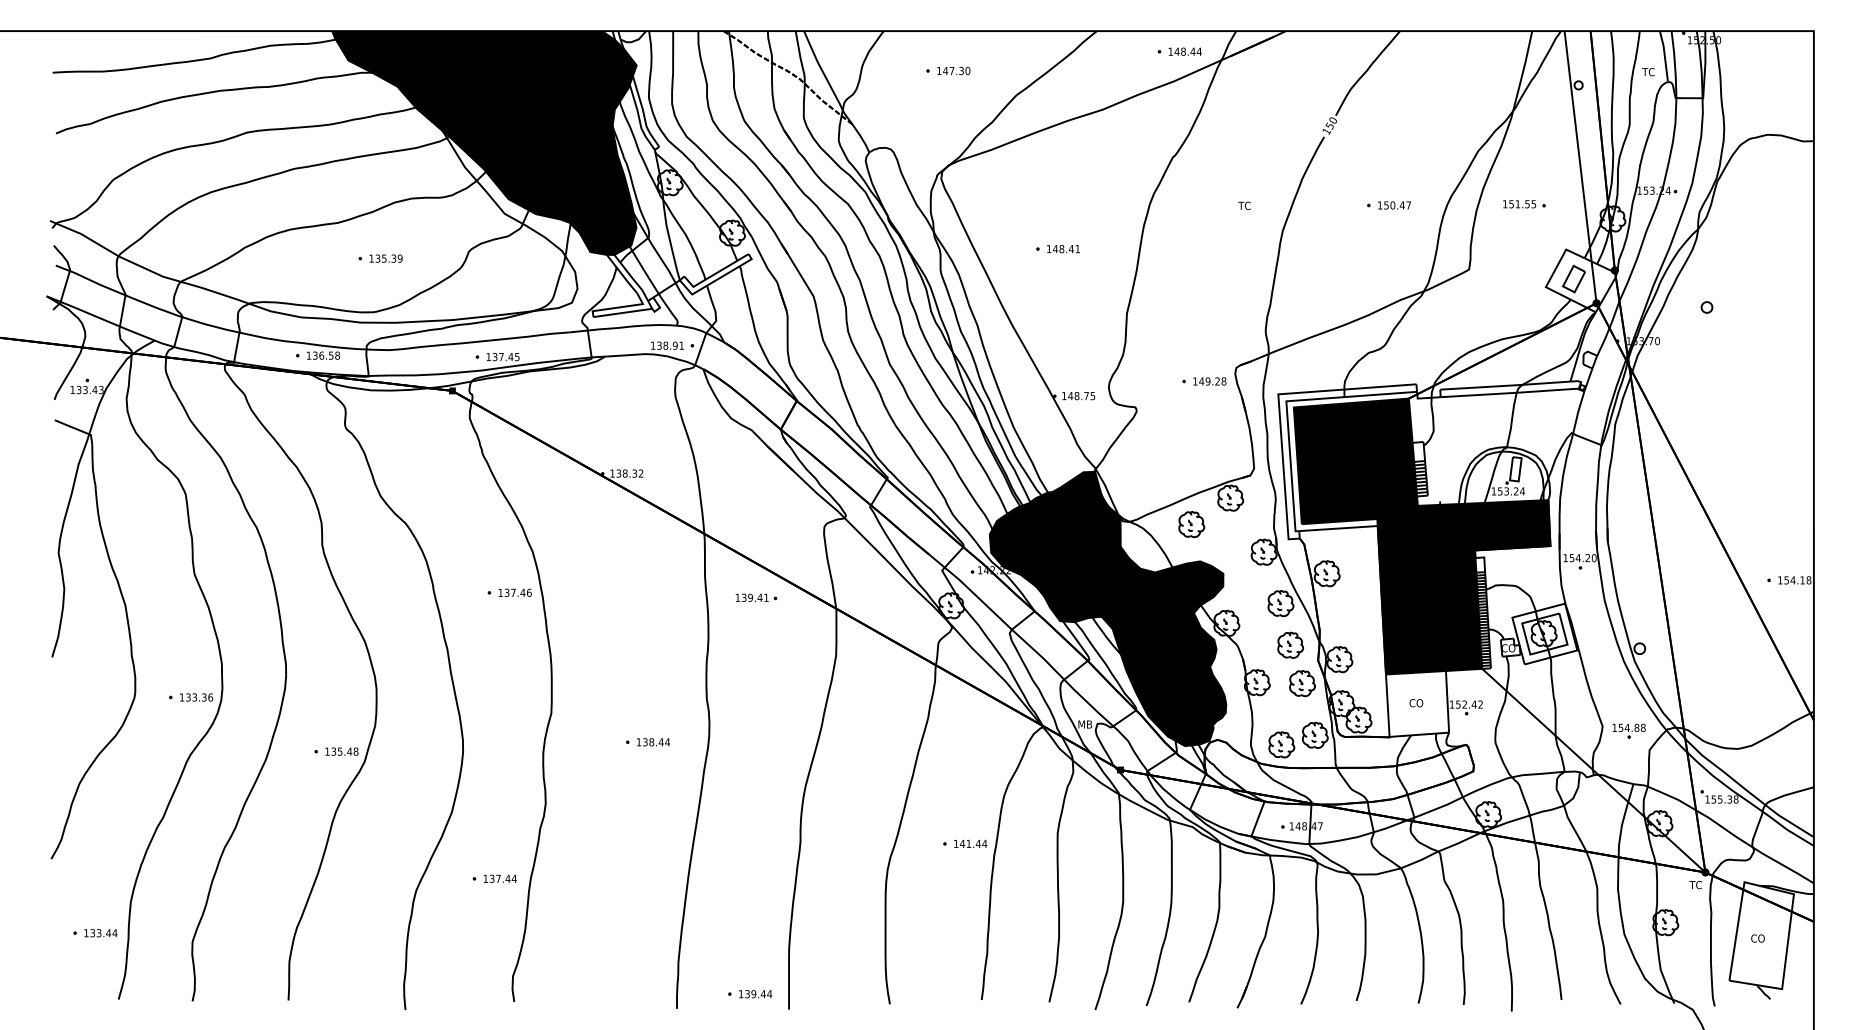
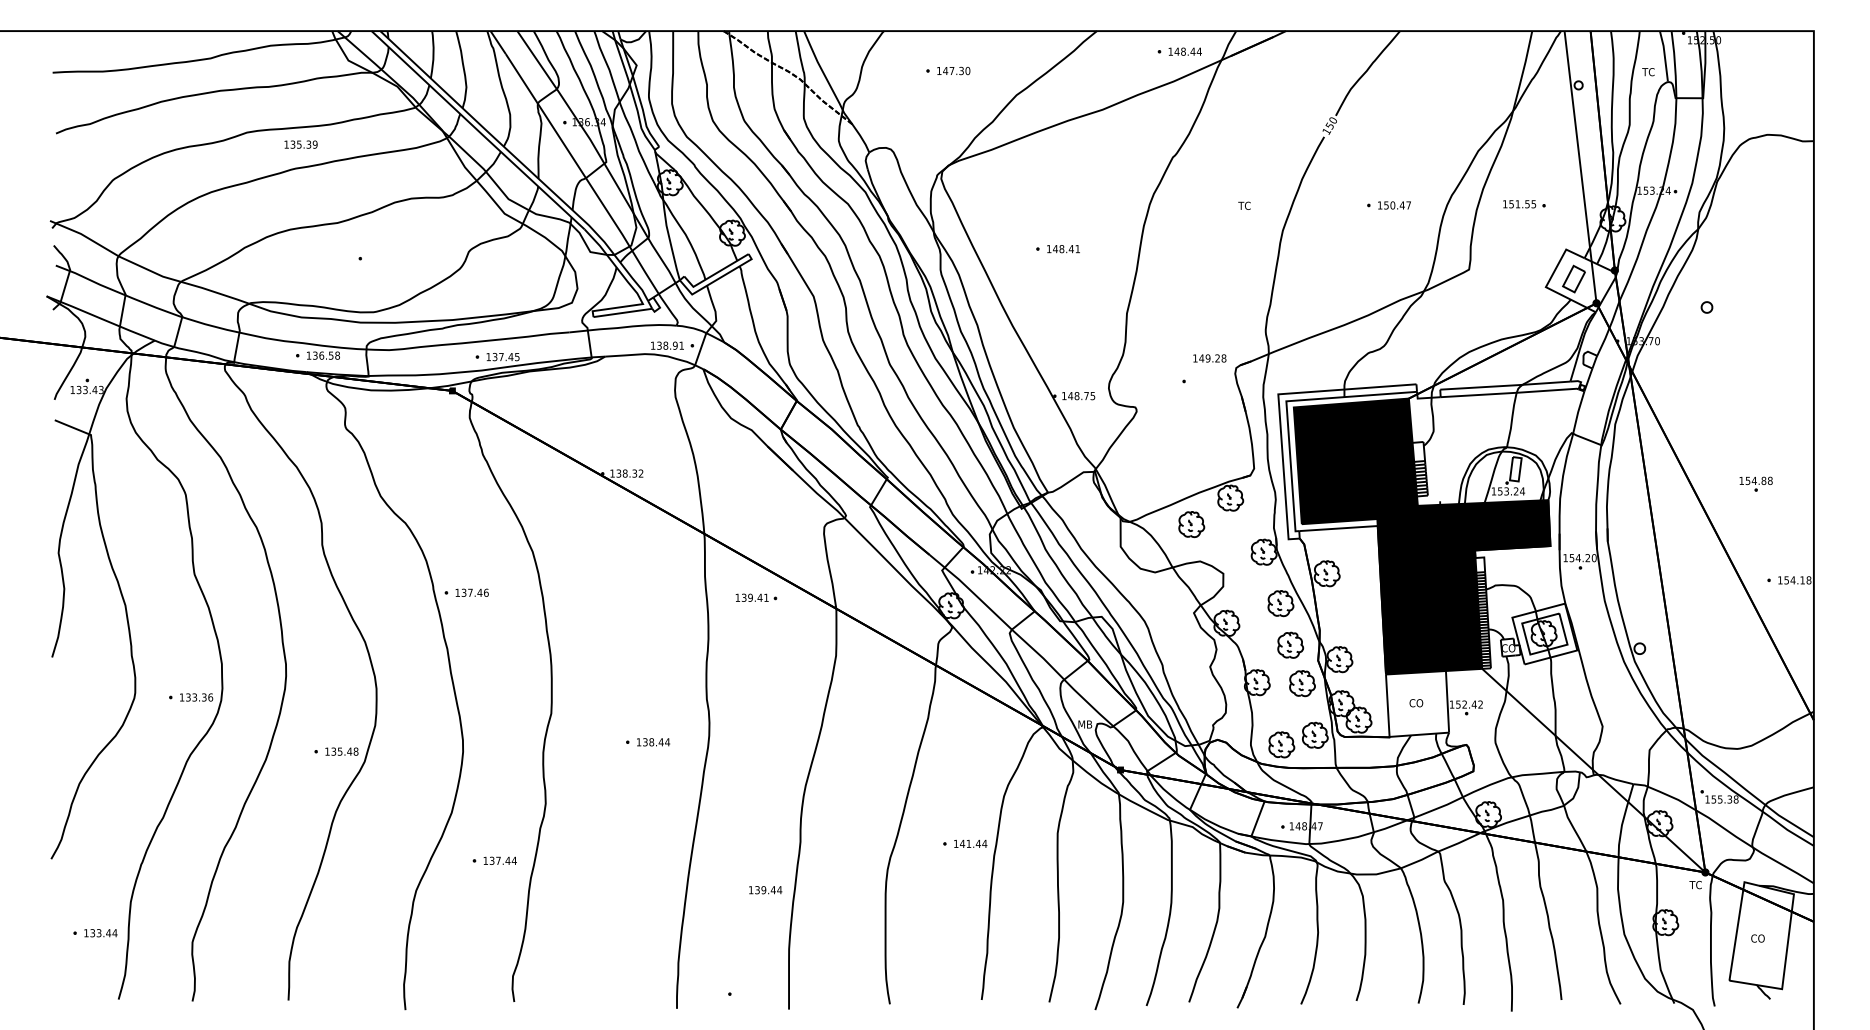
fill at (484, 142): present -> none
text at (385, 258) position: (385, 258) -> (300, 144)
text at (1209, 381) position: (1209, 381) -> (1209, 358)
part at (509, 592) position: (509, 592) -> (466, 592)
fill at (1107, 608): present -> none
part at (1628, 730) position: (1628, 730) -> (1755, 483)
part at (494, 878) position: (494, 878) -> (494, 860)
text at (755, 994) position: (755, 994) -> (765, 890)
